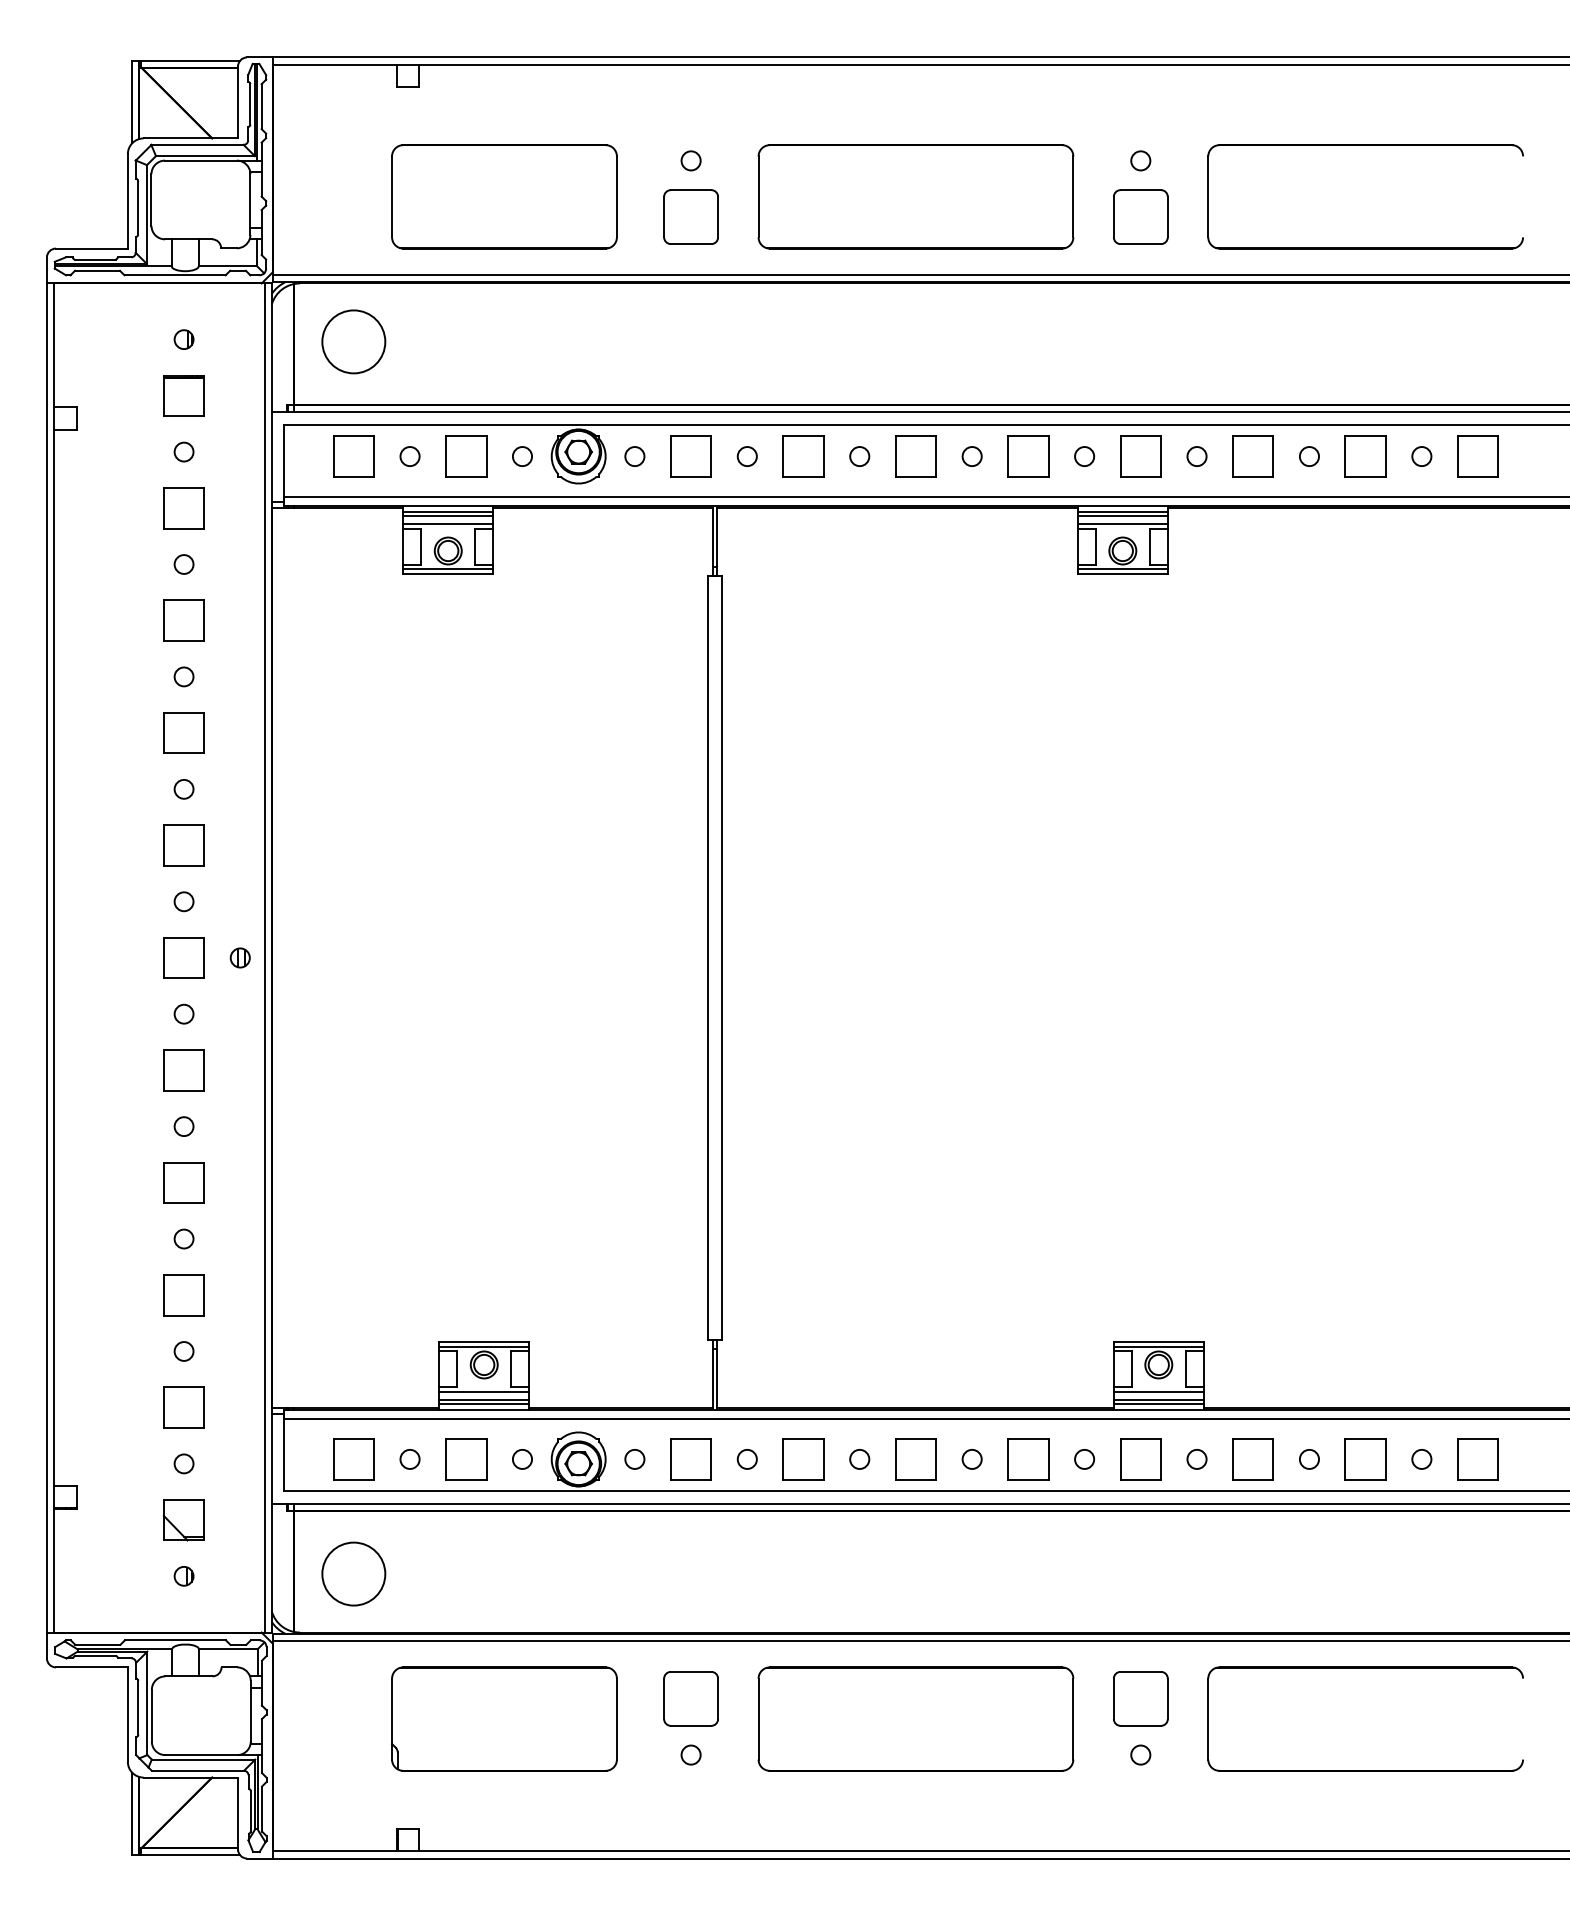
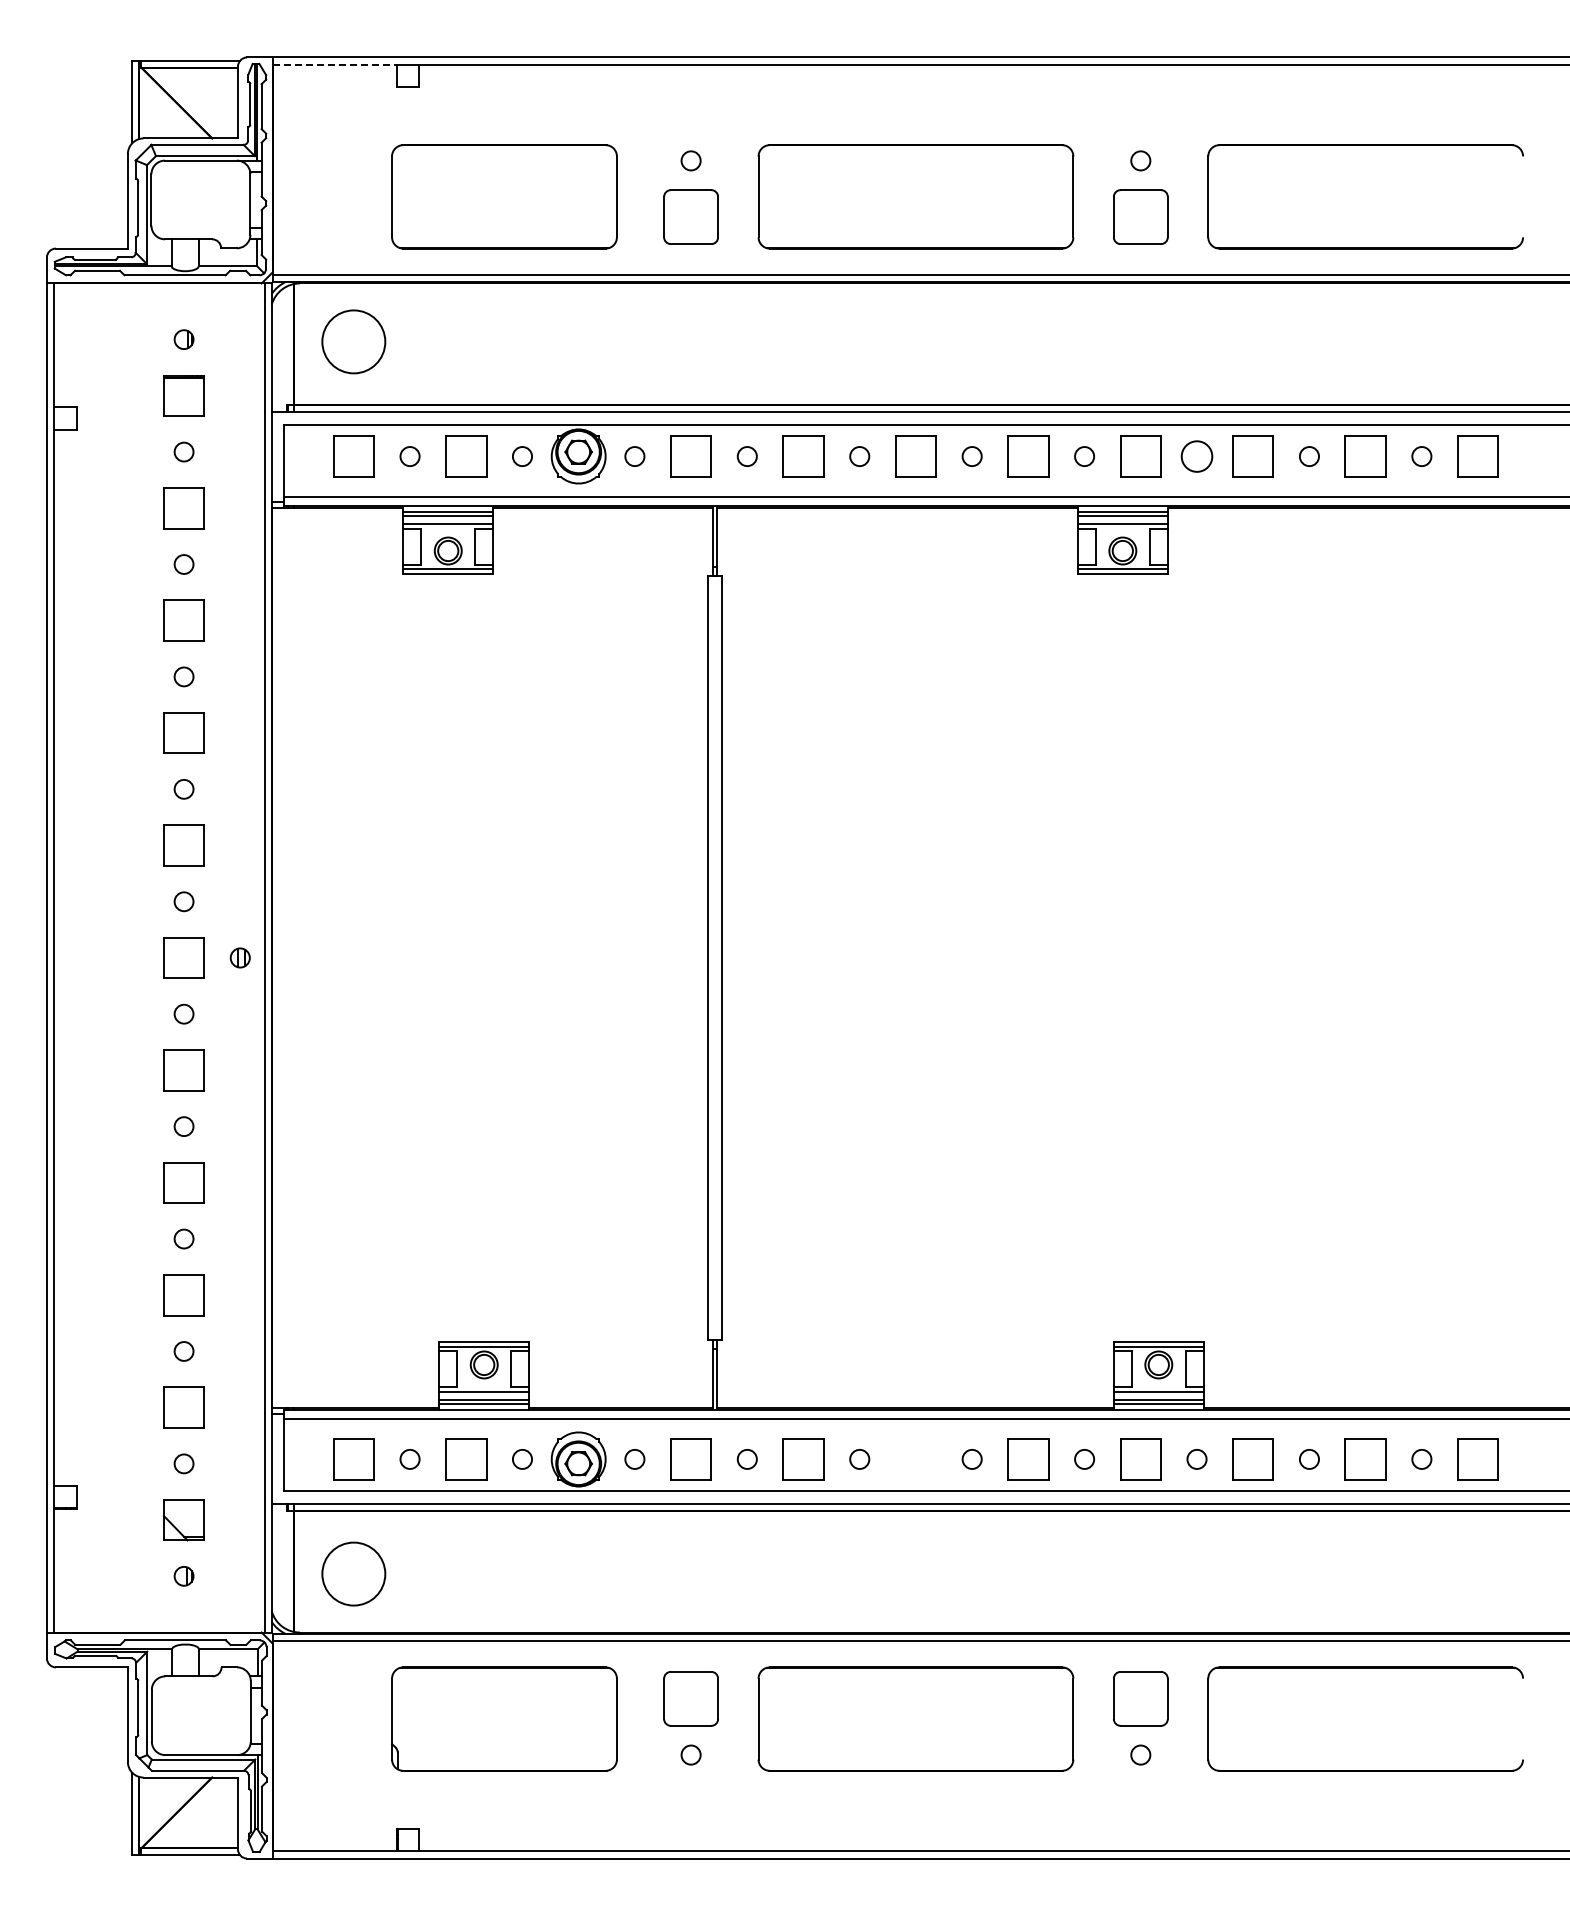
line at (334, 64): solid -> dashed
circle at (1196, 456) diameter: 19 px -> 31 px
part at (915, 1459): present -> none
